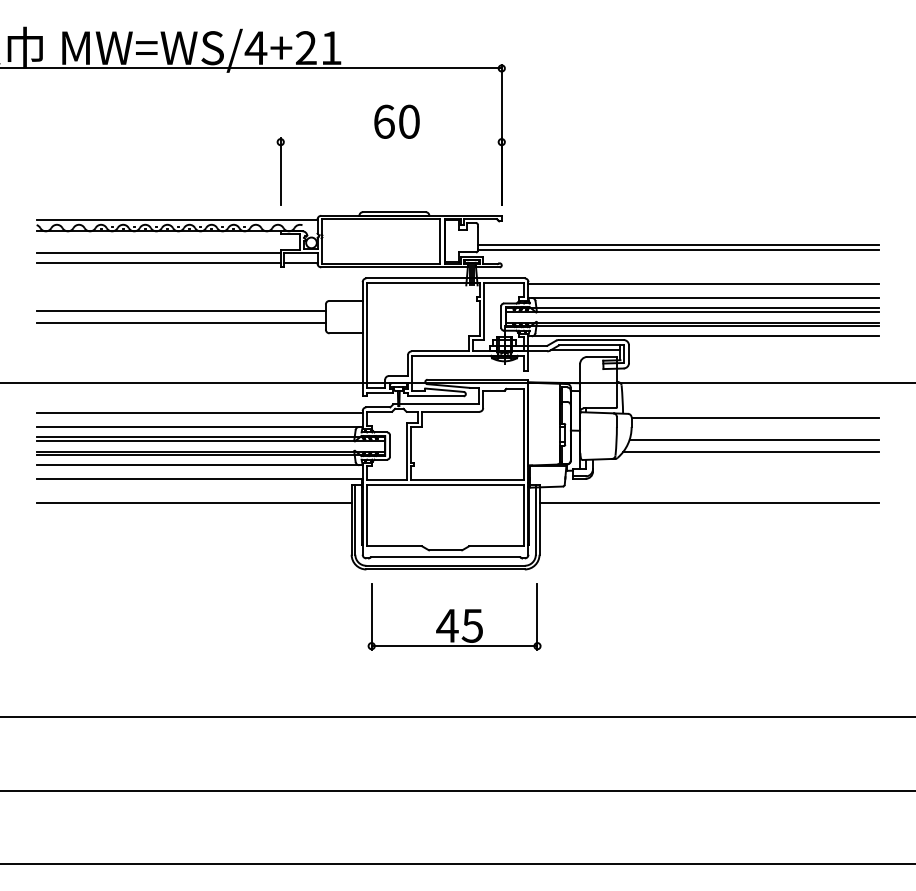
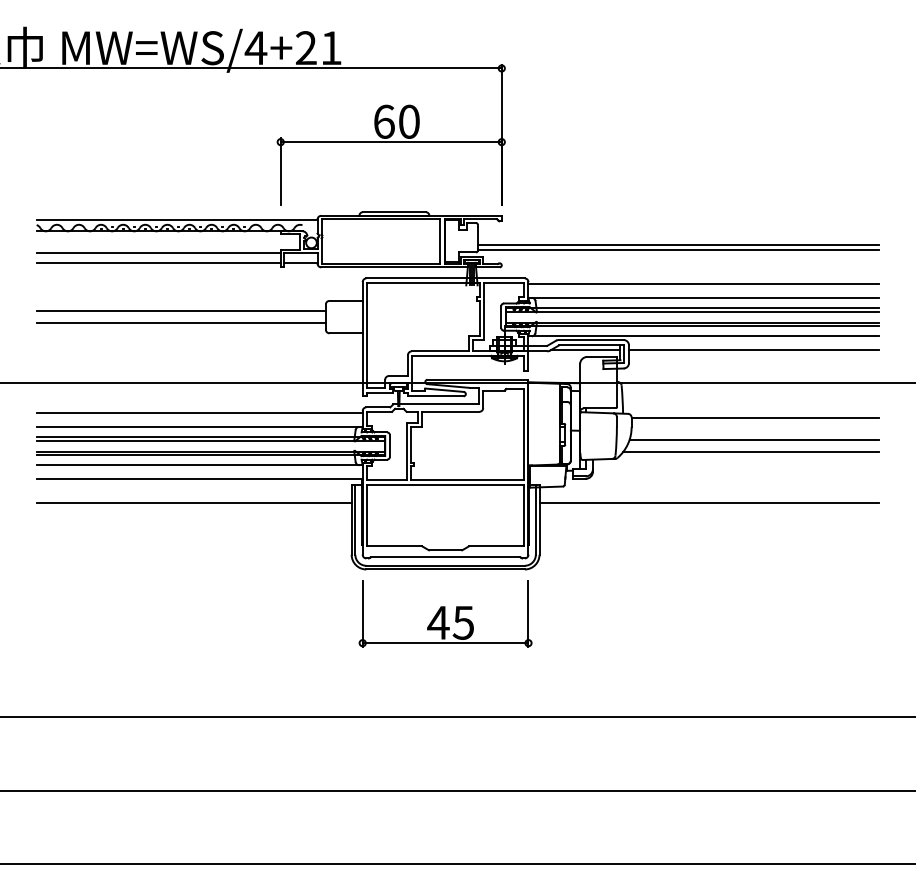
line at (390, 142): none -> present
line at (754, 350): none -> present
part at (454, 616) position: (454, 616) -> (445, 613)
